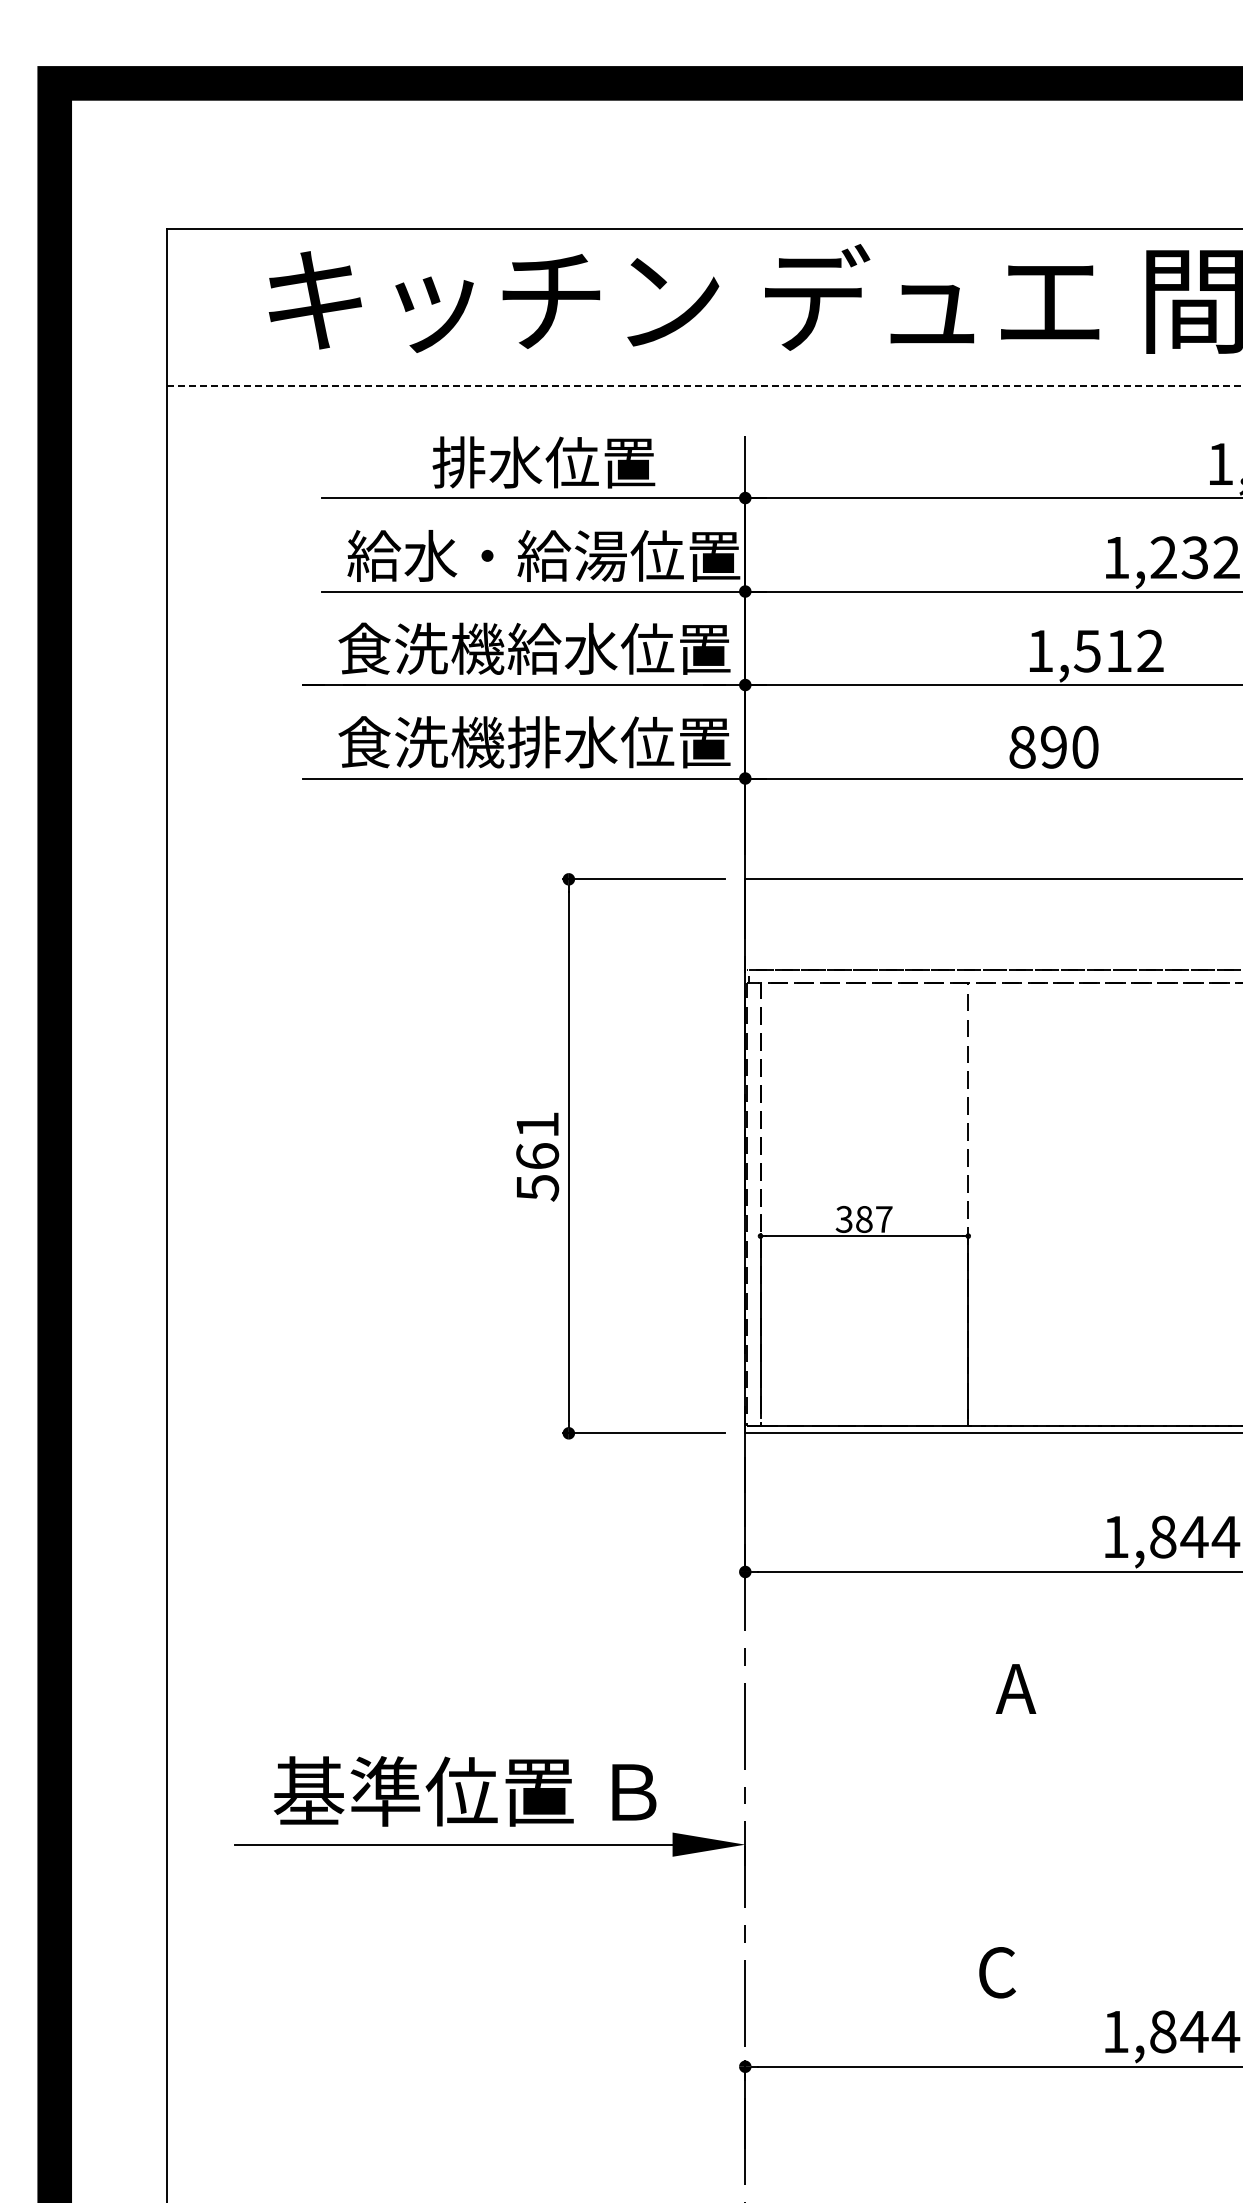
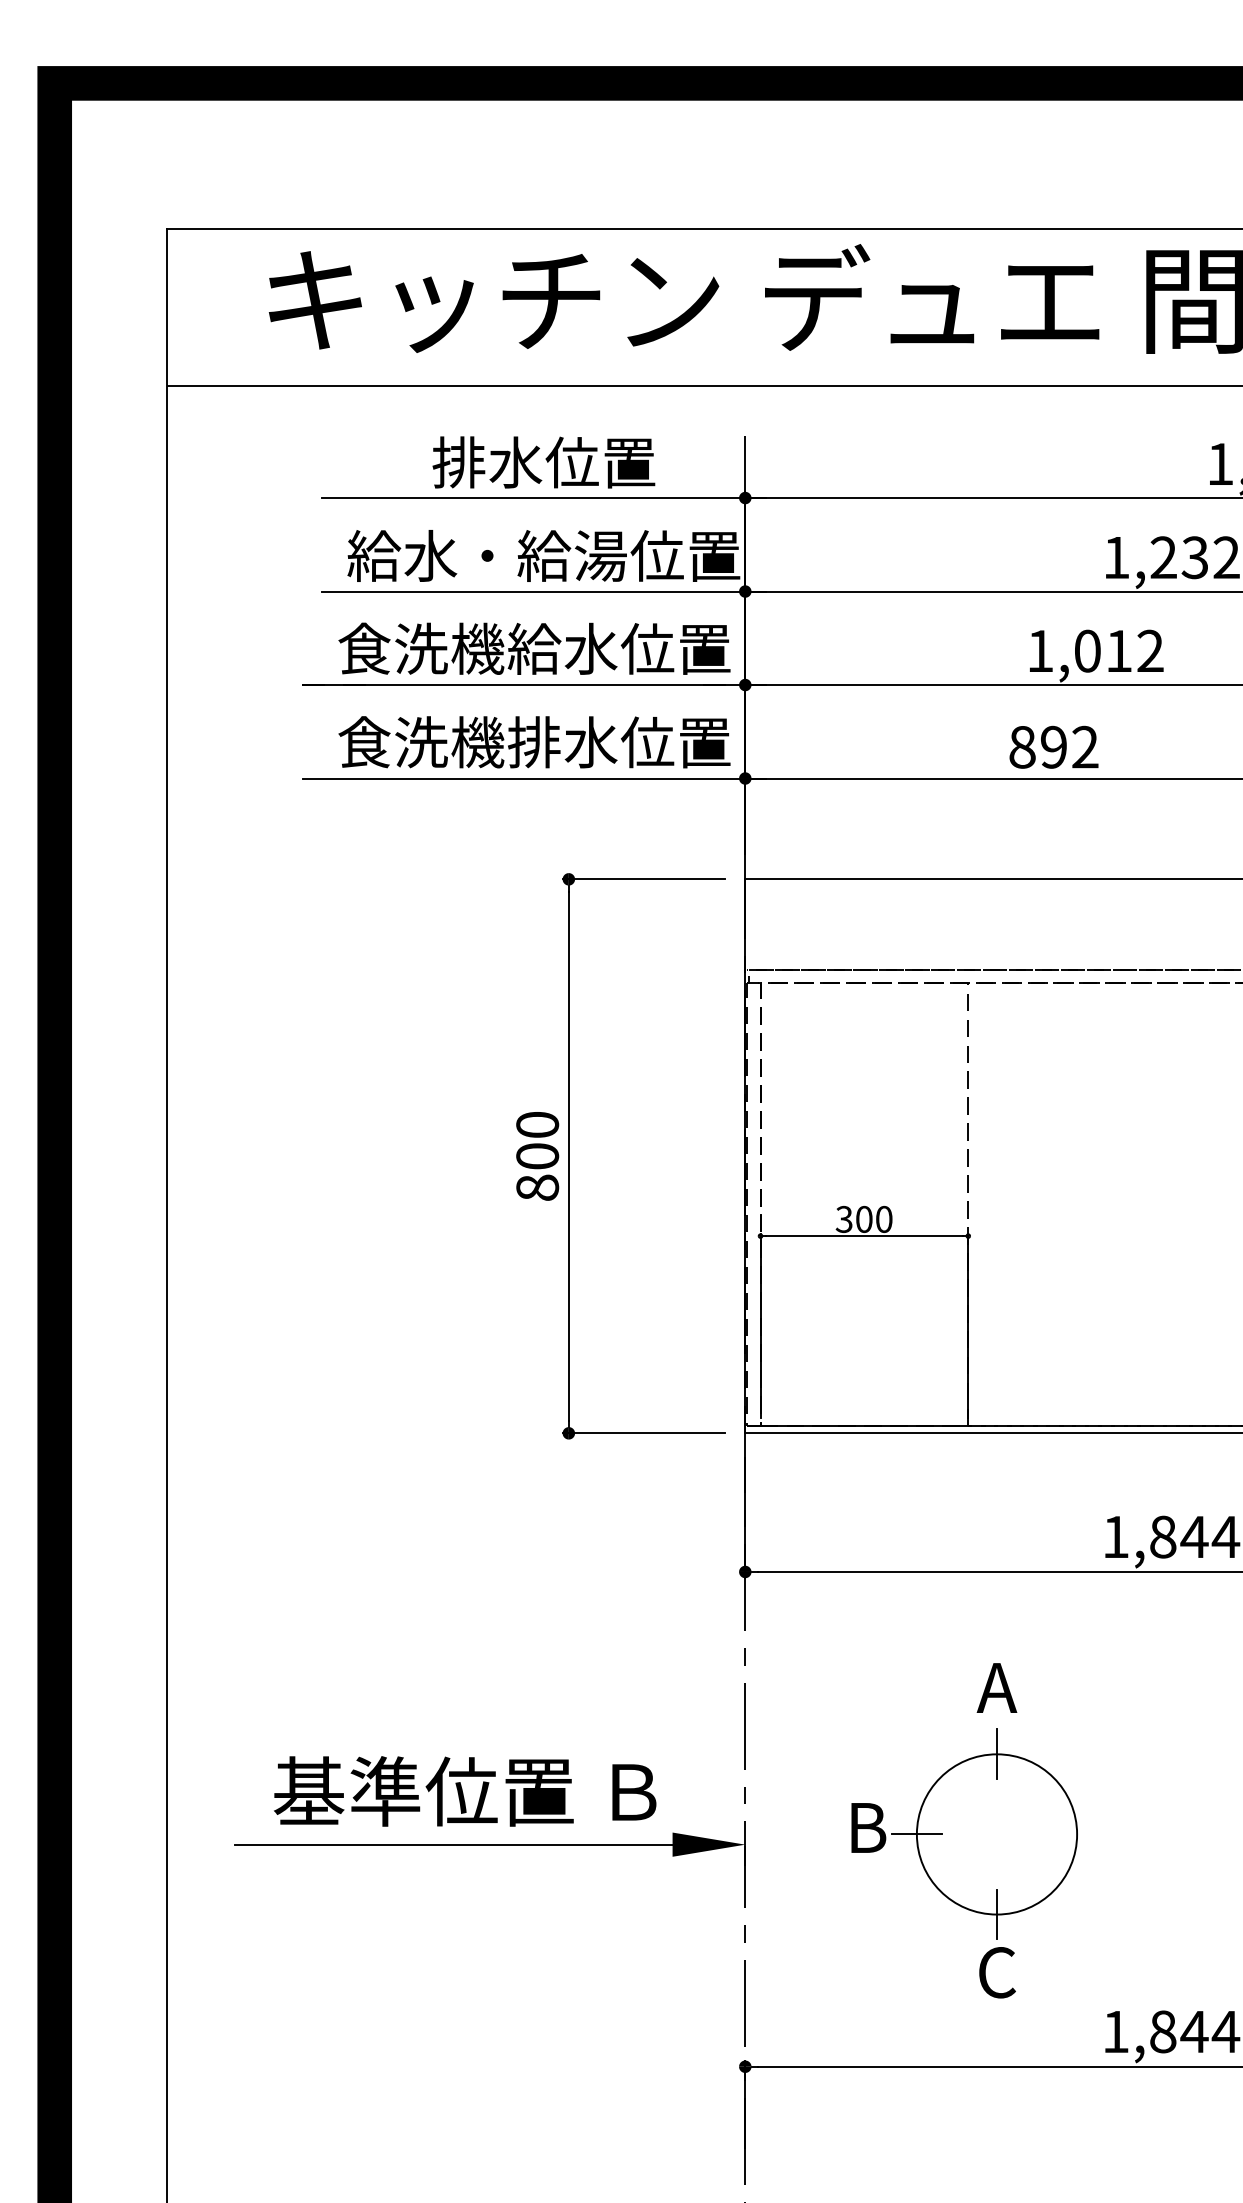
line at (705, 385): dashed -> solid
text at (1086, 650): 1,512 -> 1,012
text at (1085, 746): 890 -> 892
text at (537, 1156): 561 -> 800
text at (874, 1219): 387 -> 300
text at (1015, 1688) position: (1015, 1688) -> (996, 1687)
part at (964, 1833): none -> present
